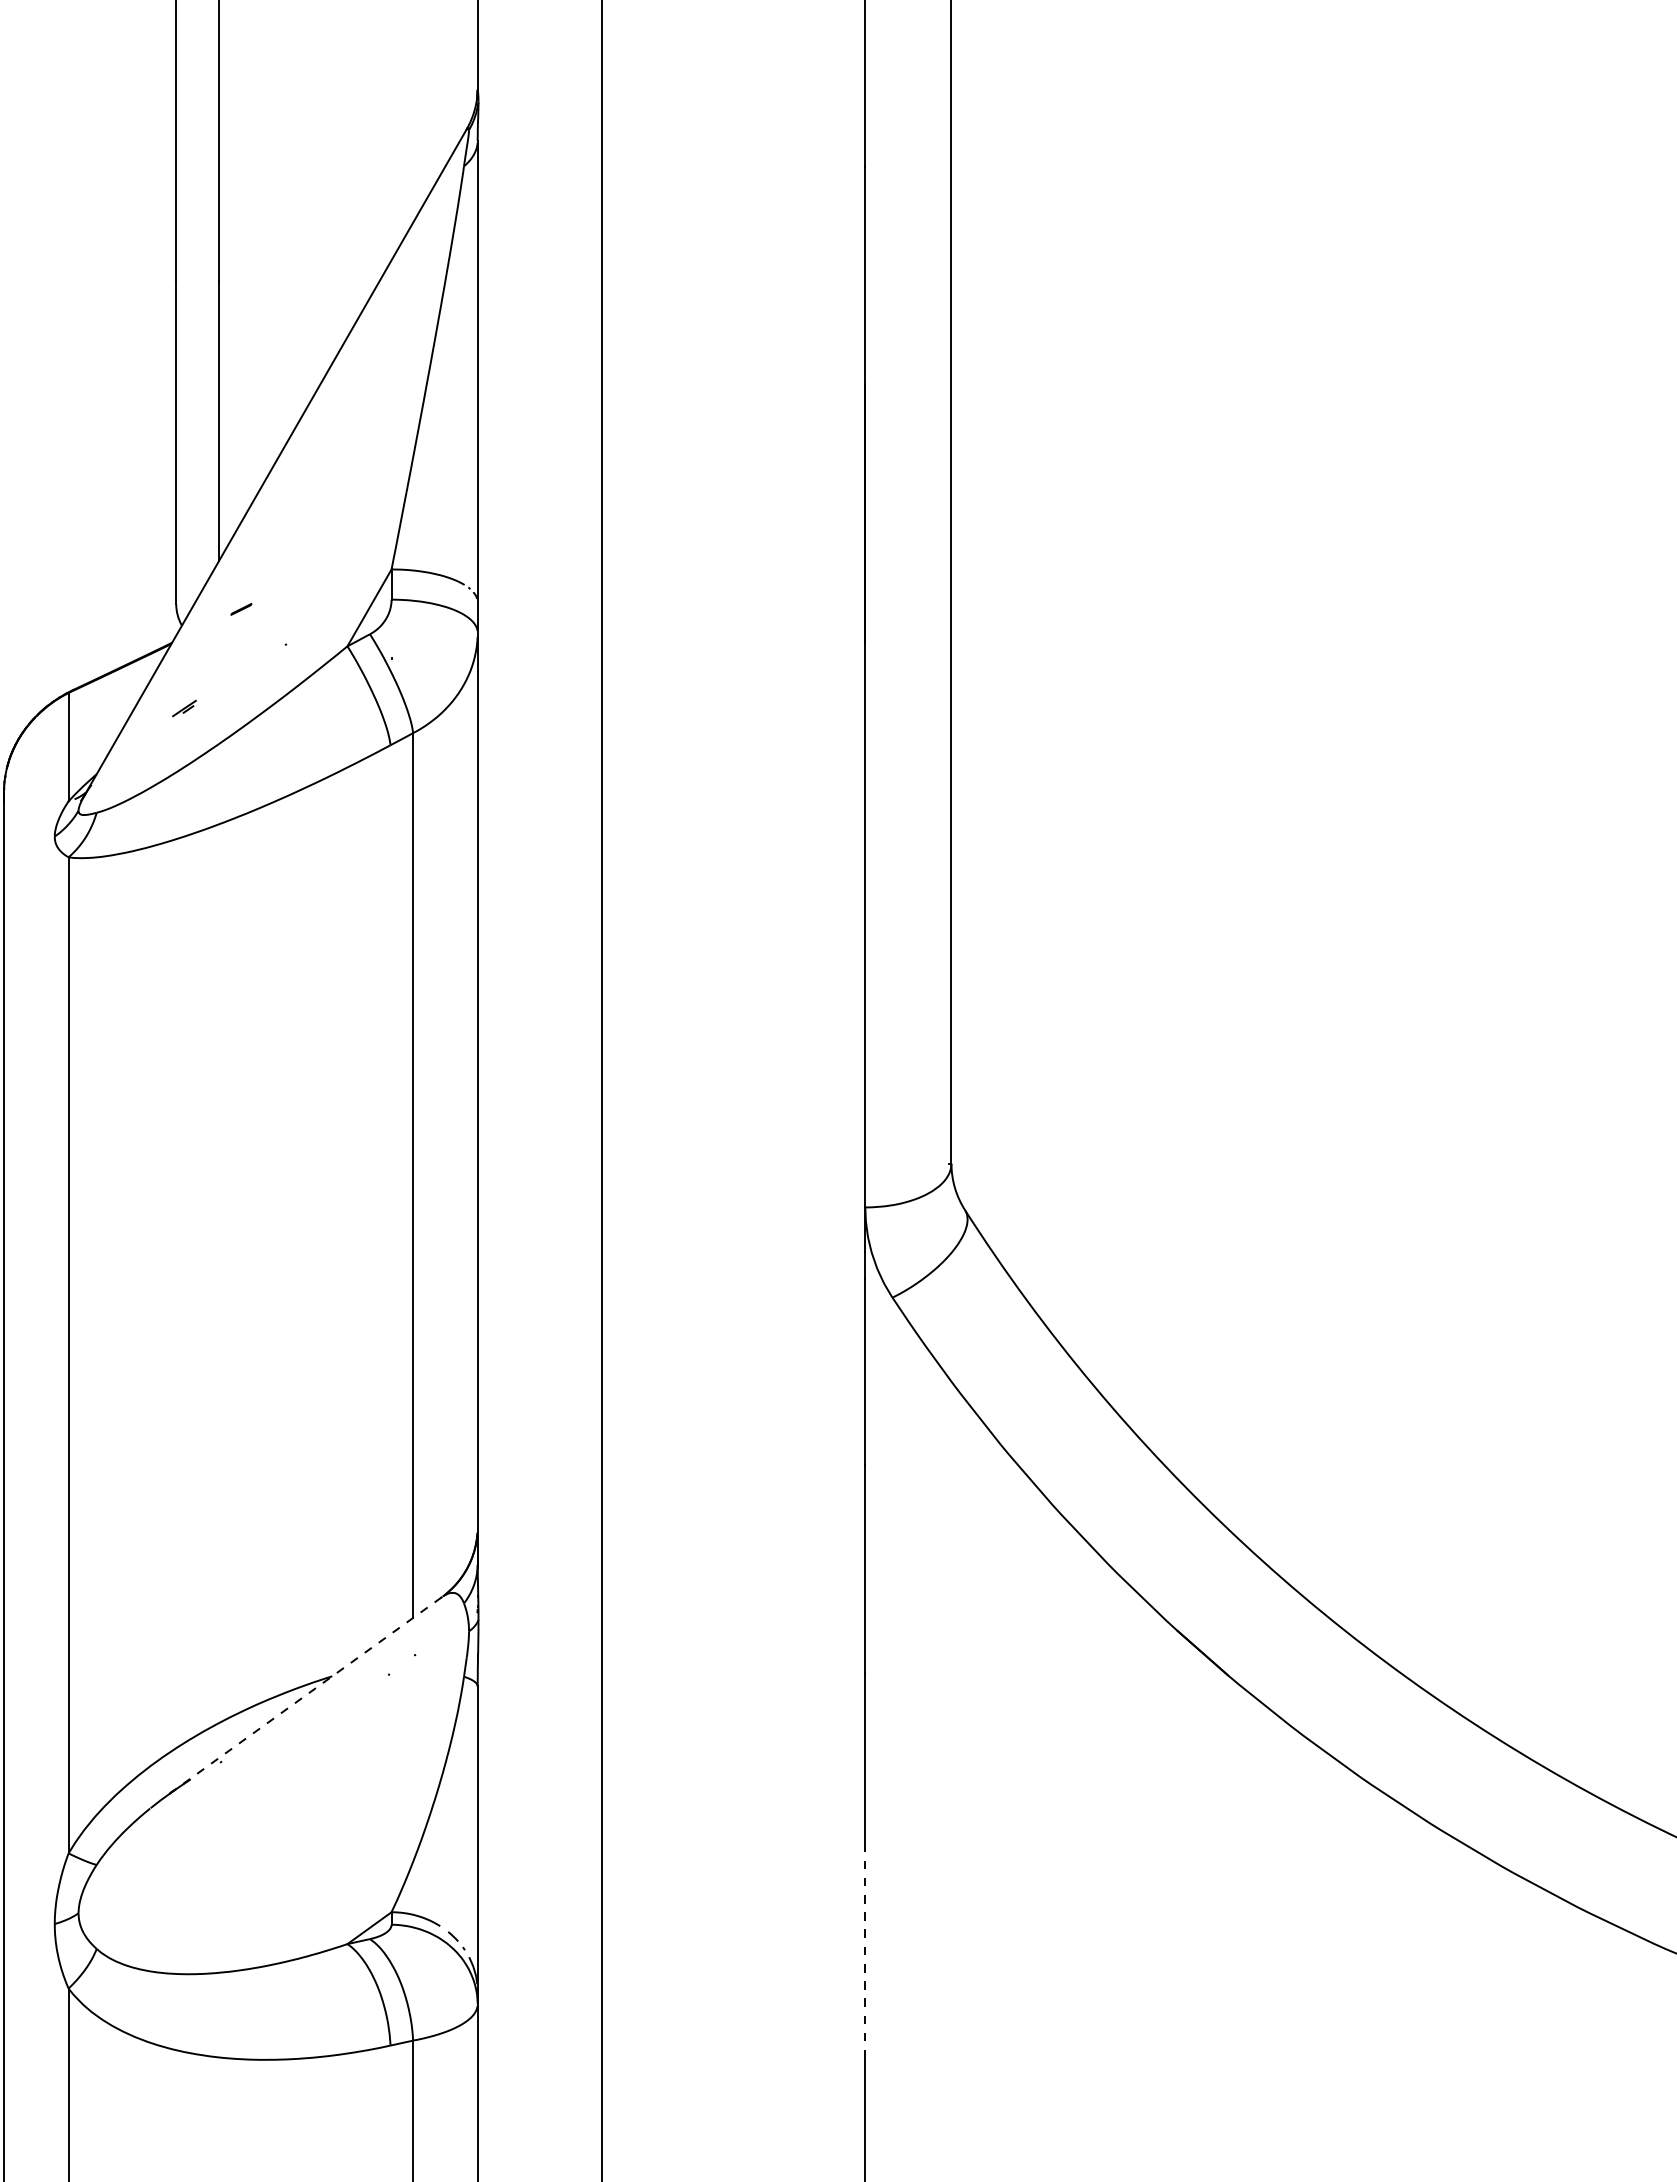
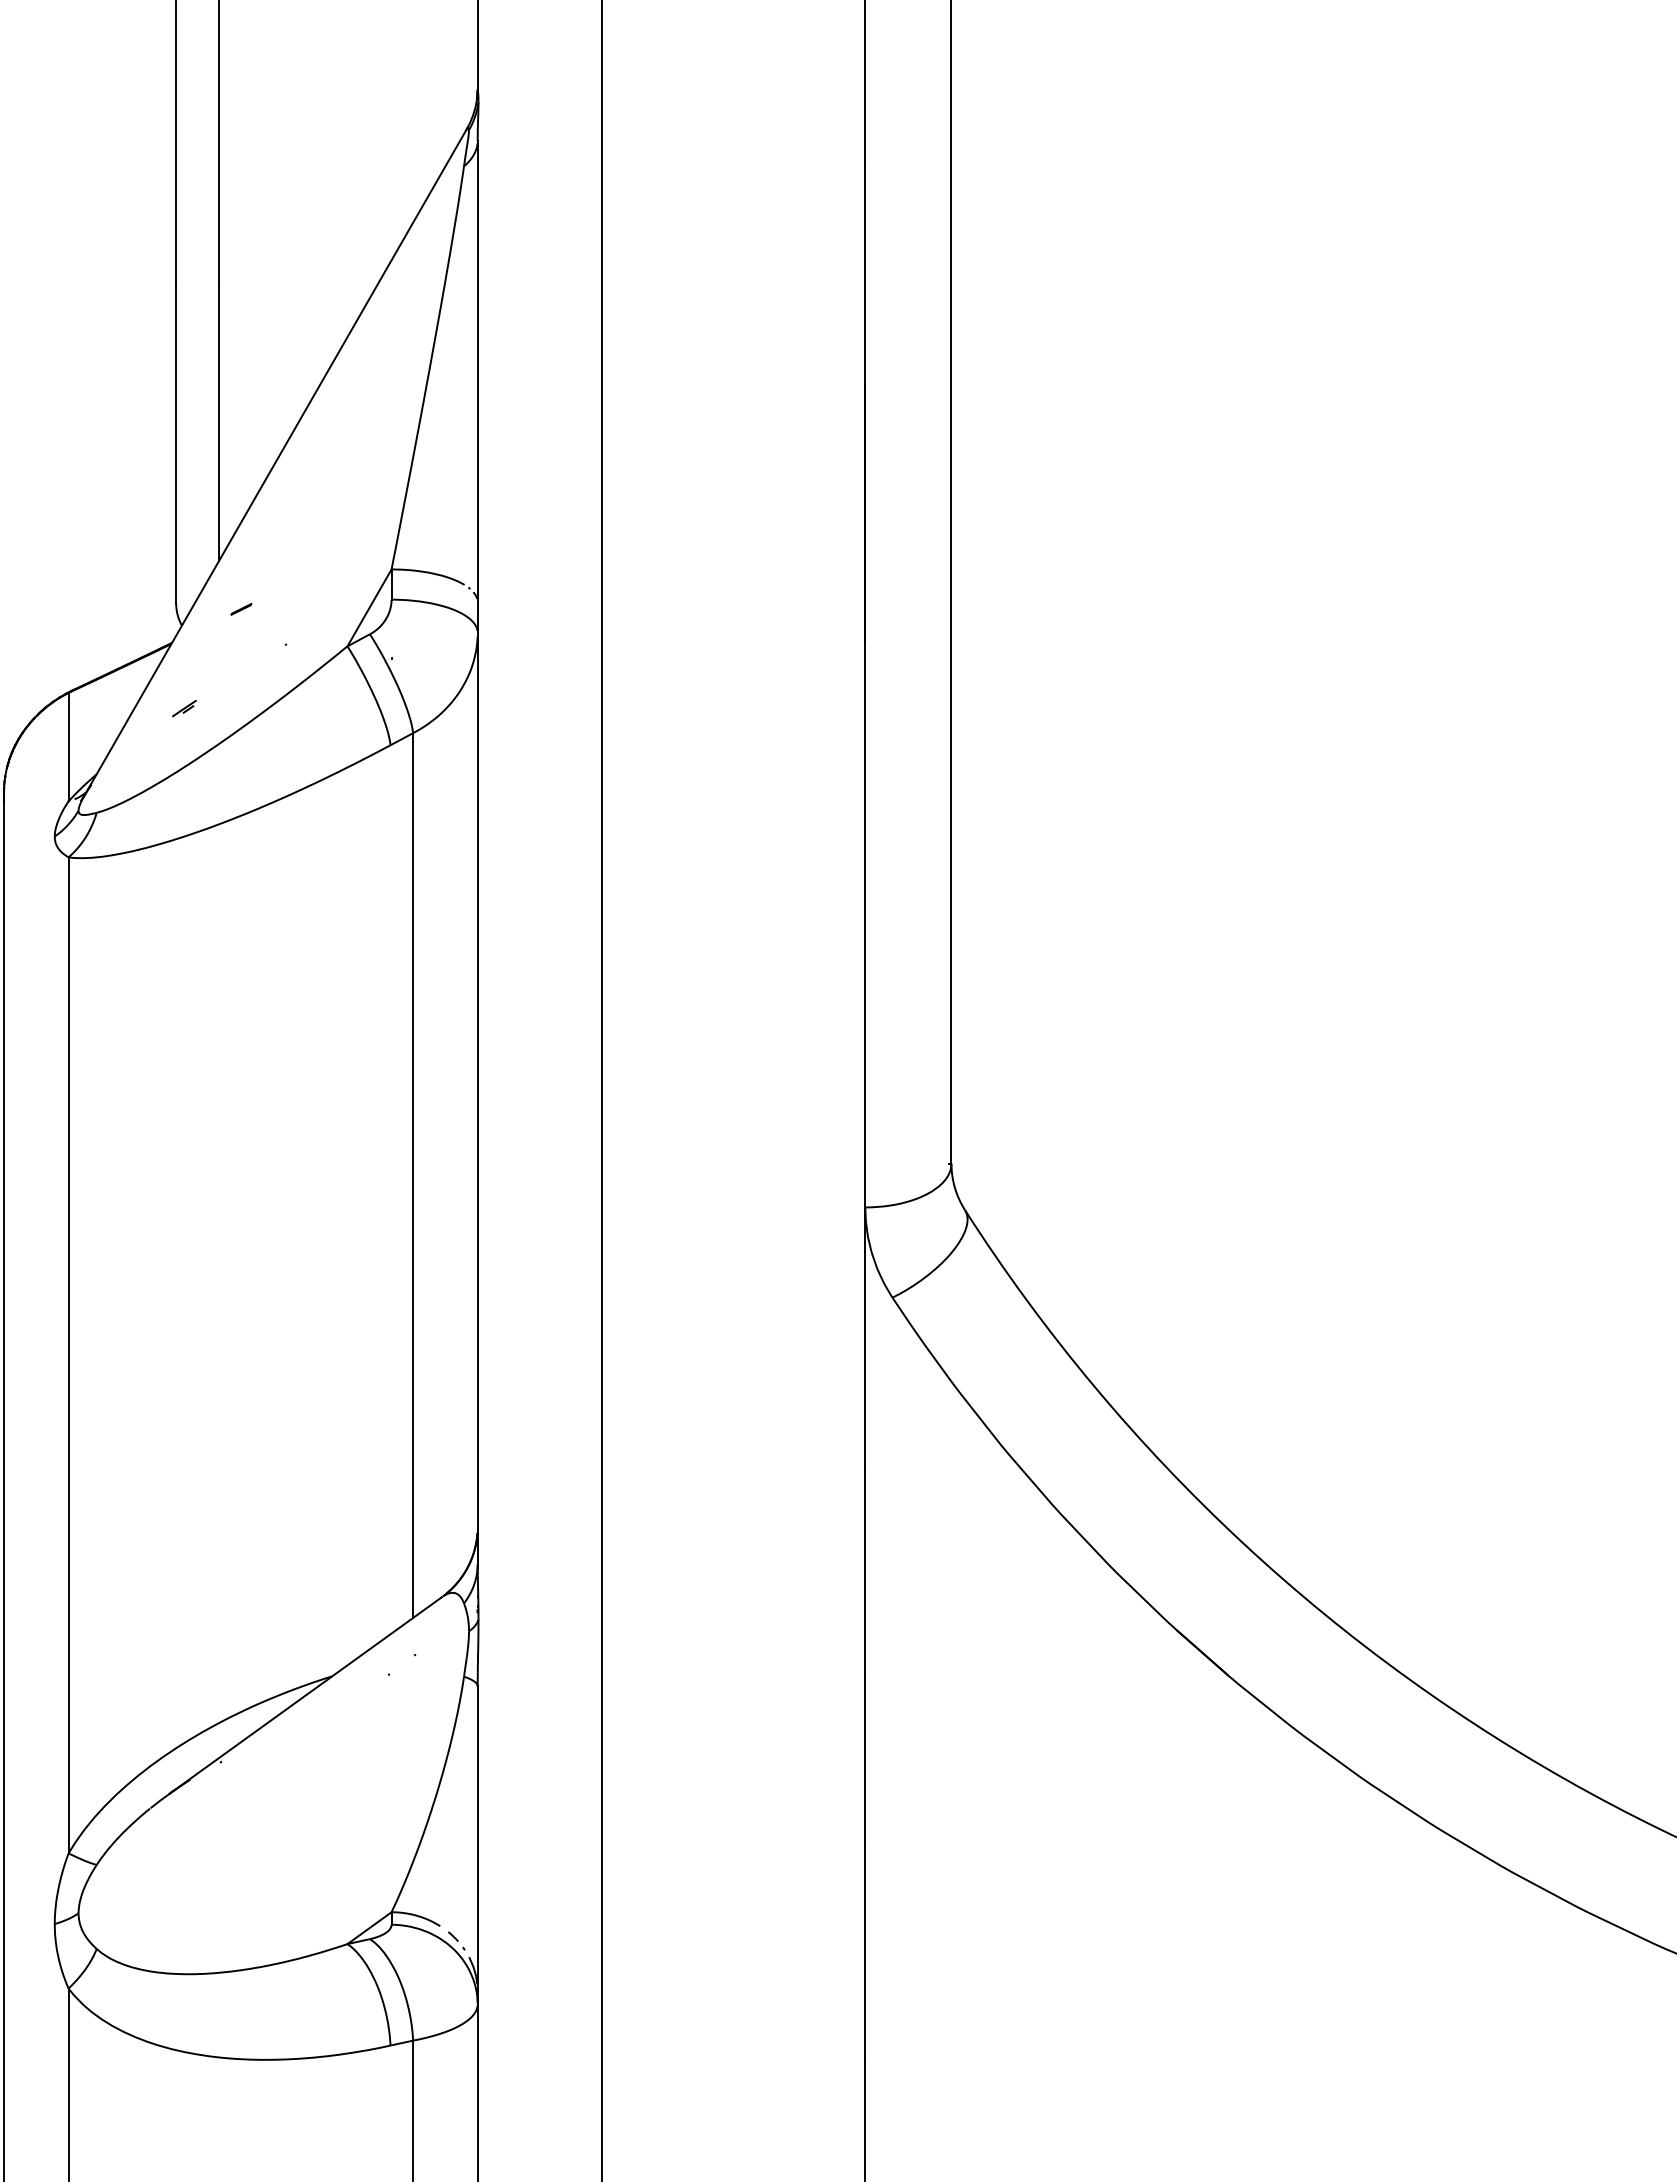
line at (305, 1695): dashed -> solid
line at (865, 1950): dashed -> solid
